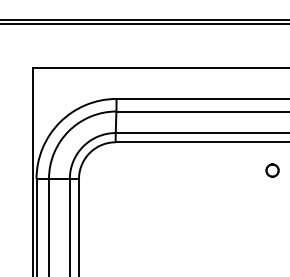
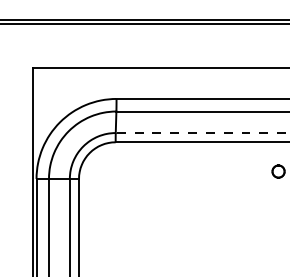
line at (202, 133): solid -> dashed
part at (272, 170) position: (272, 170) -> (278, 171)
